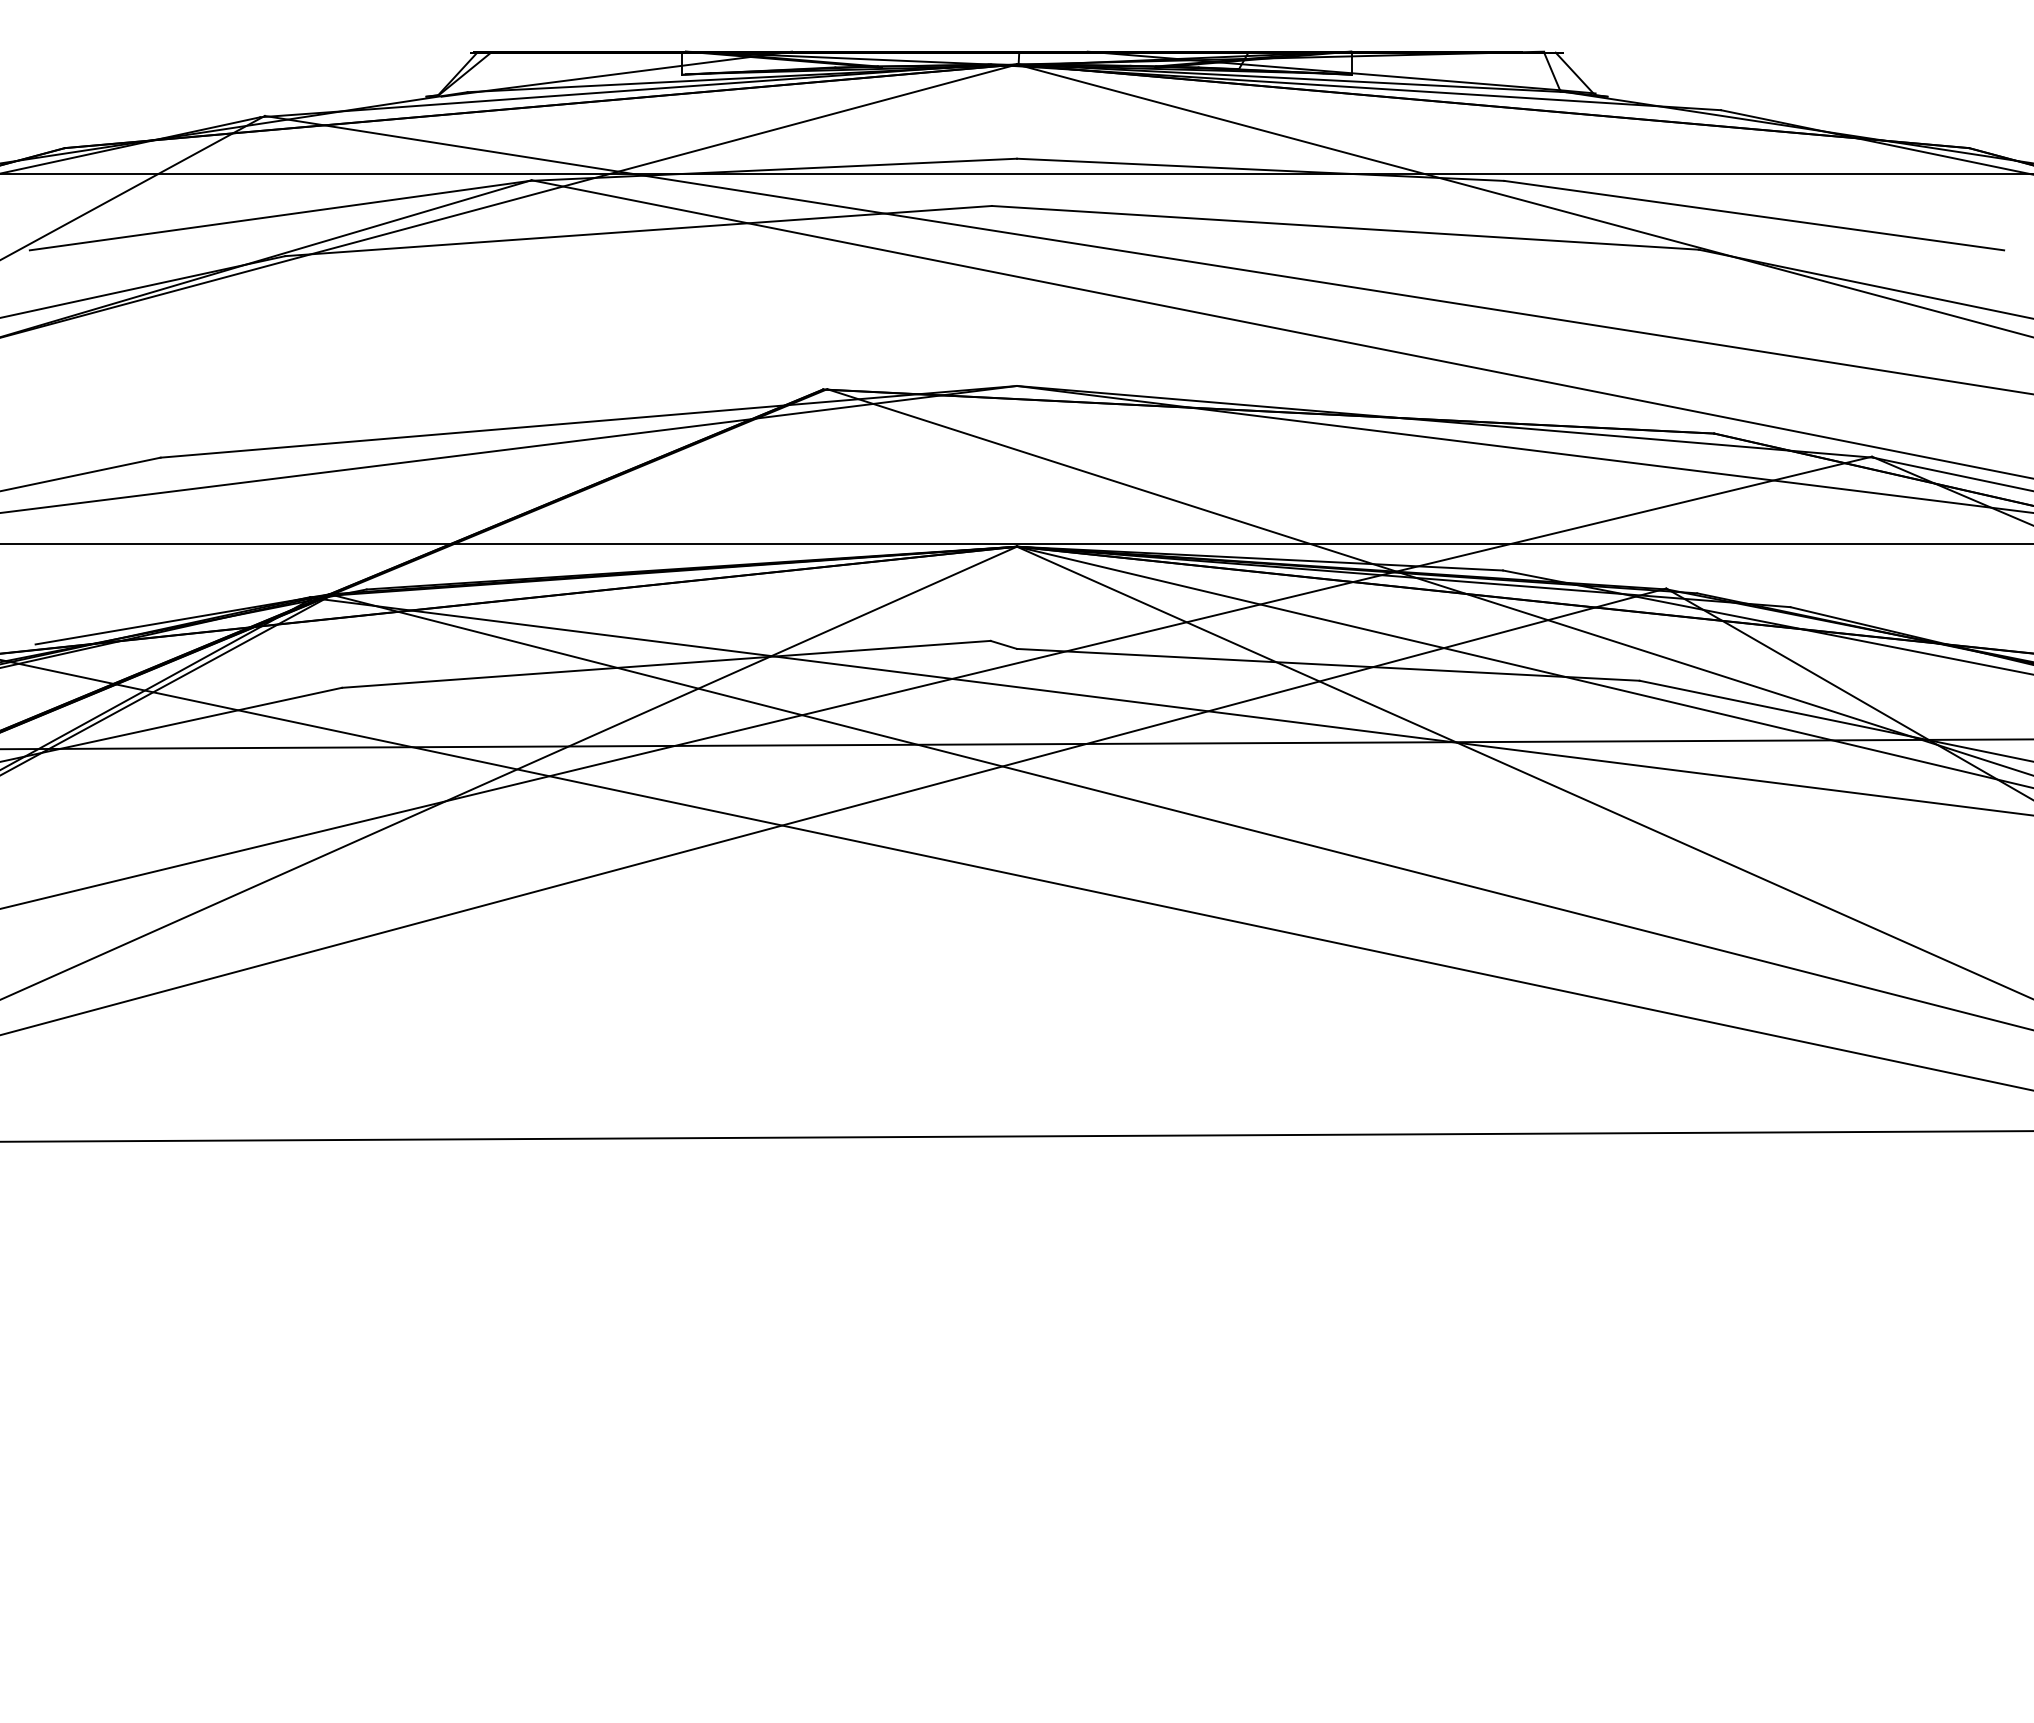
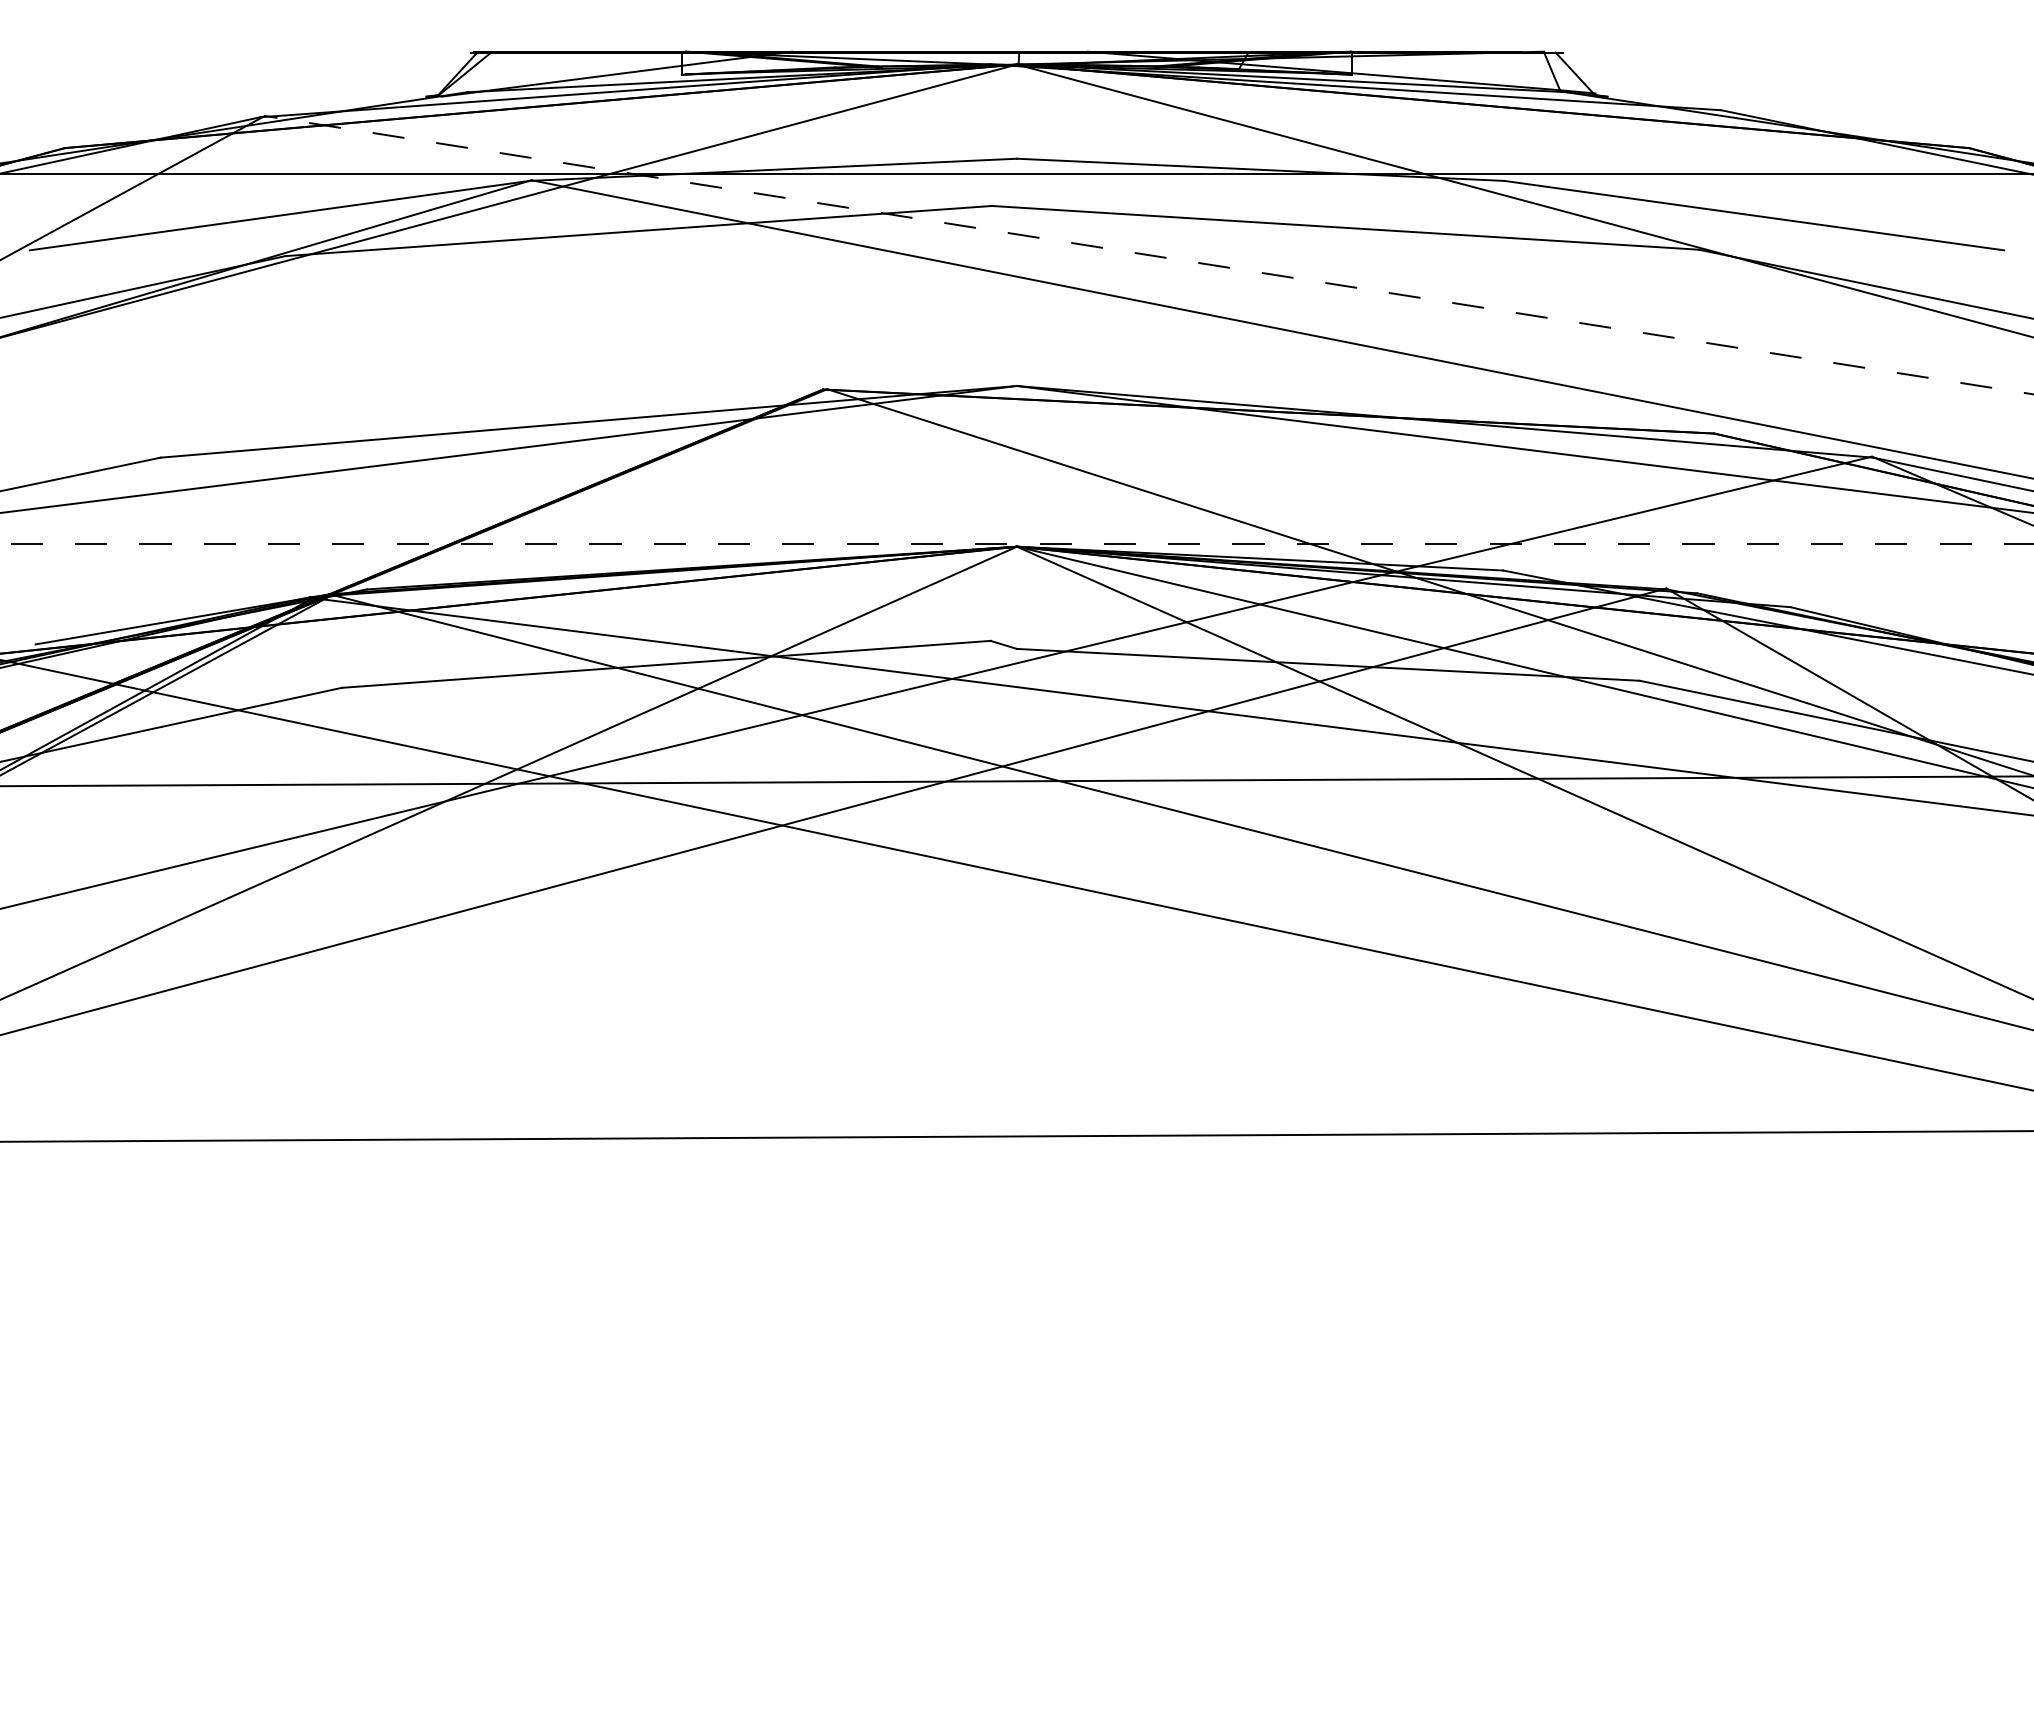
line at (1148, 255): solid -> dashed
line at (1017, 543): solid -> dashed
line at (1016, 744) position: (1016, 744) -> (1016, 781)
